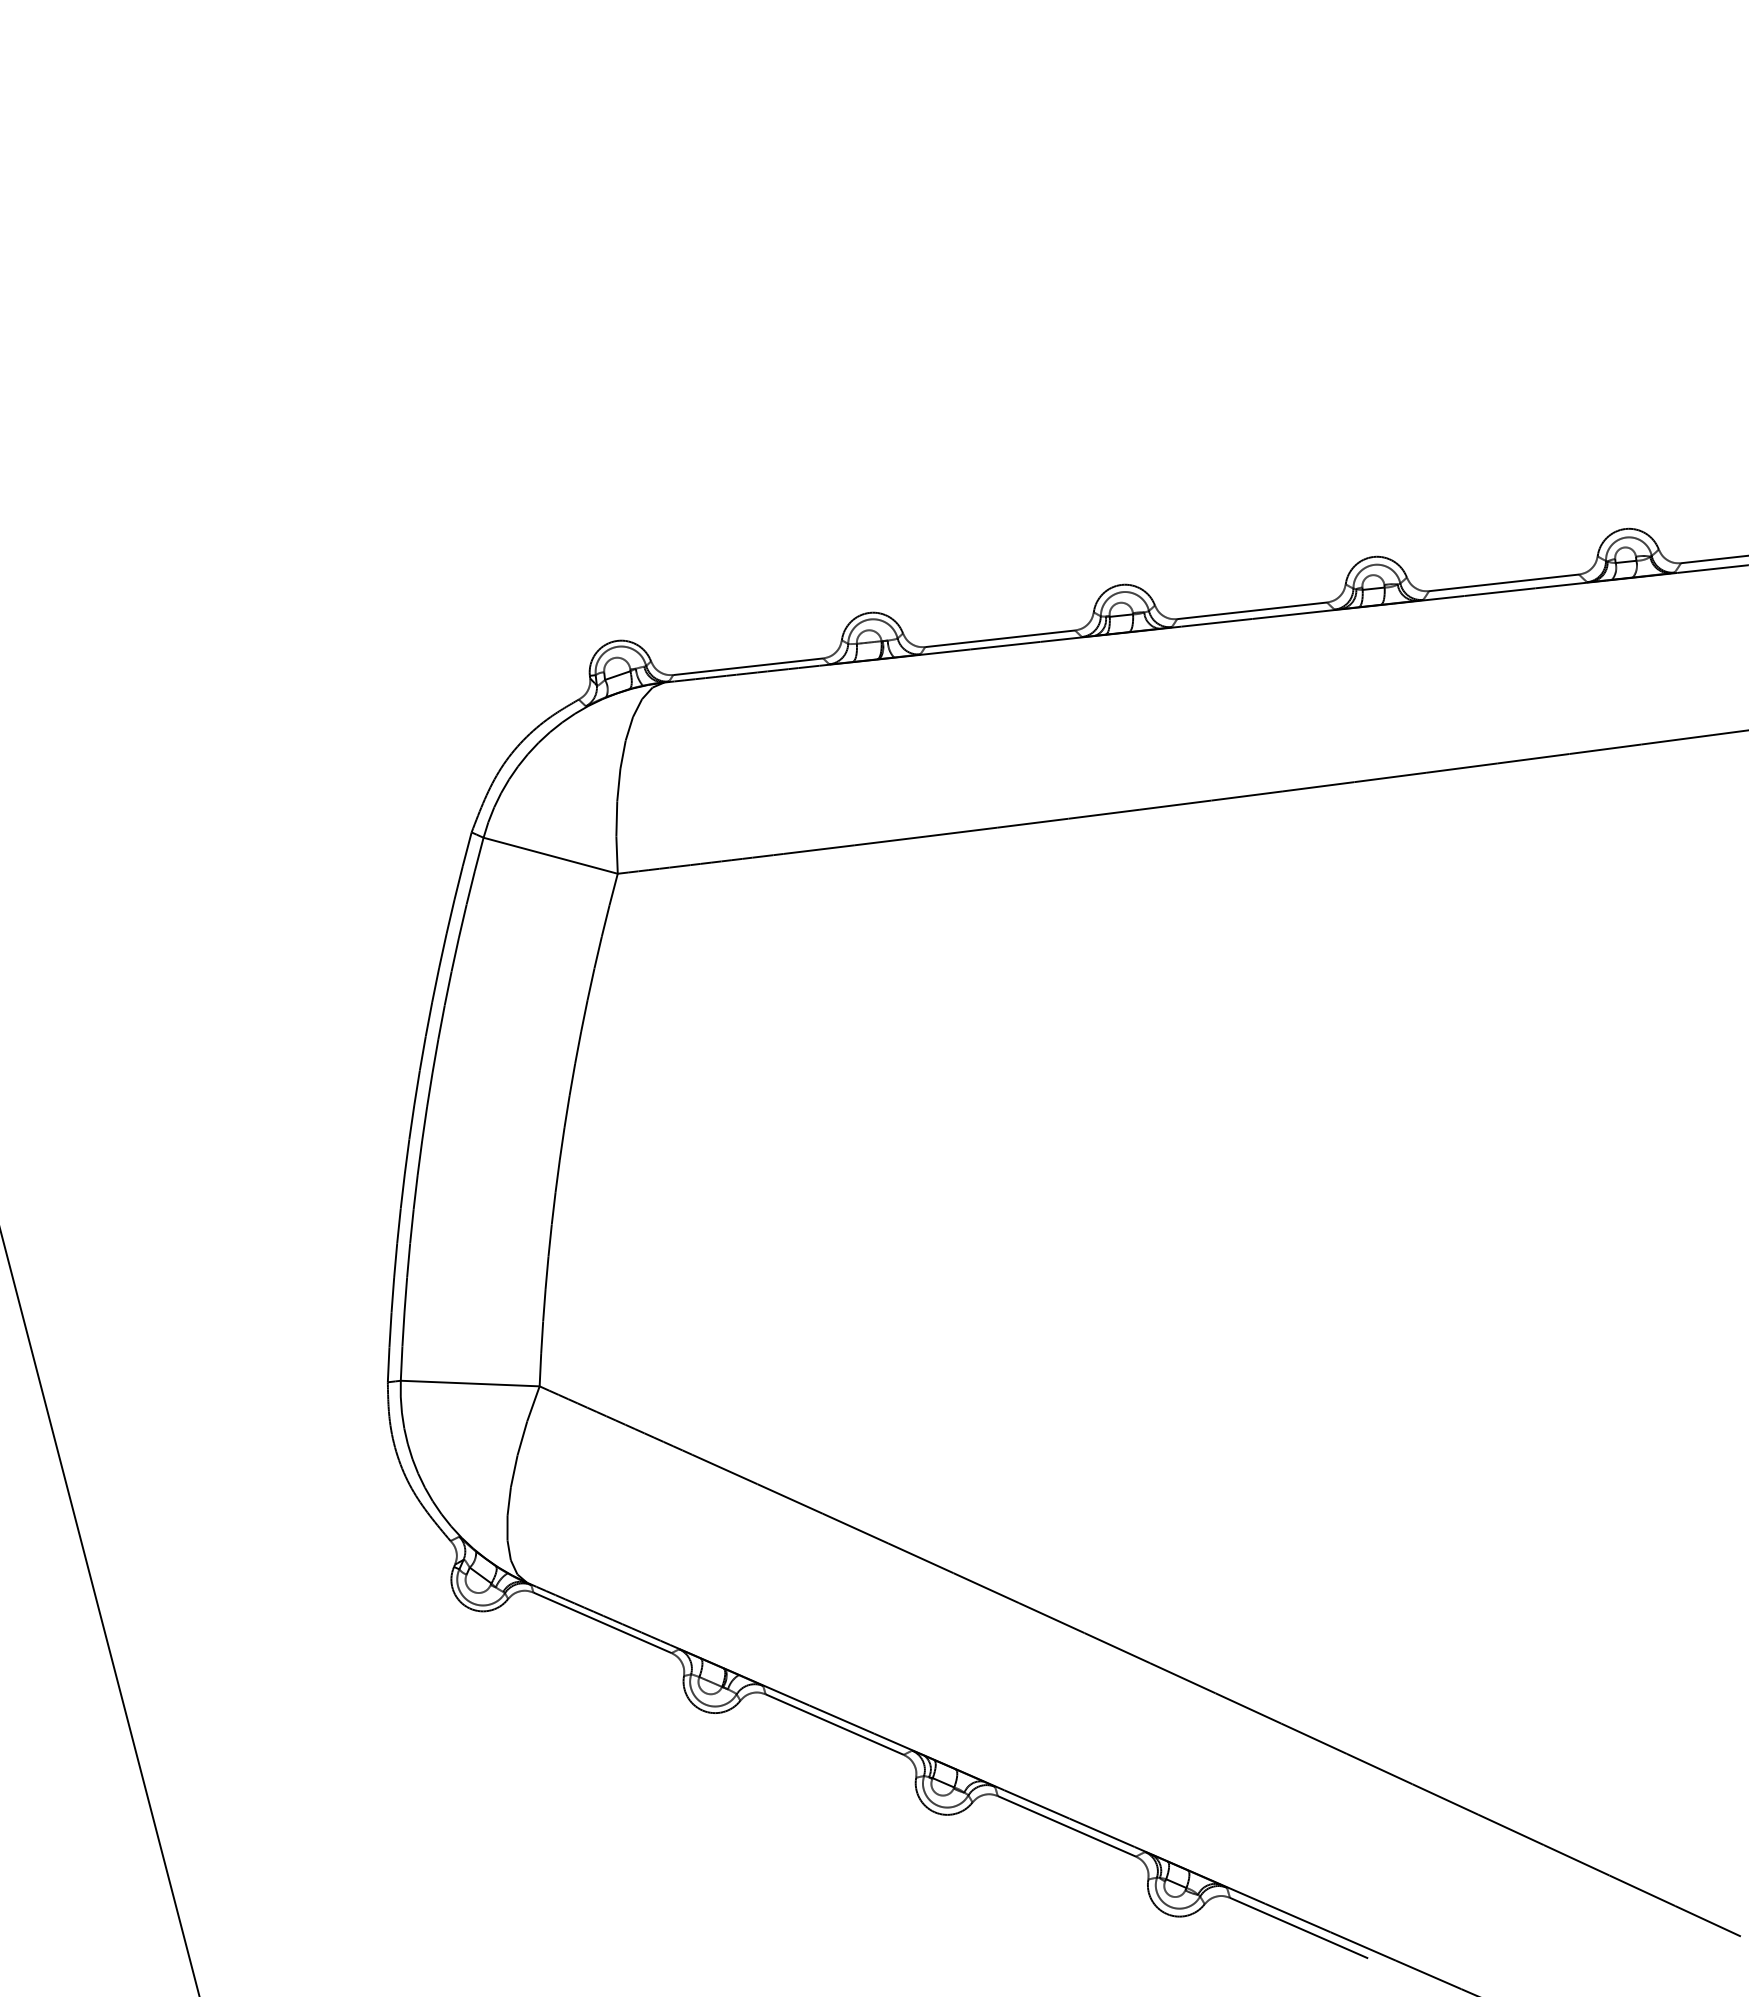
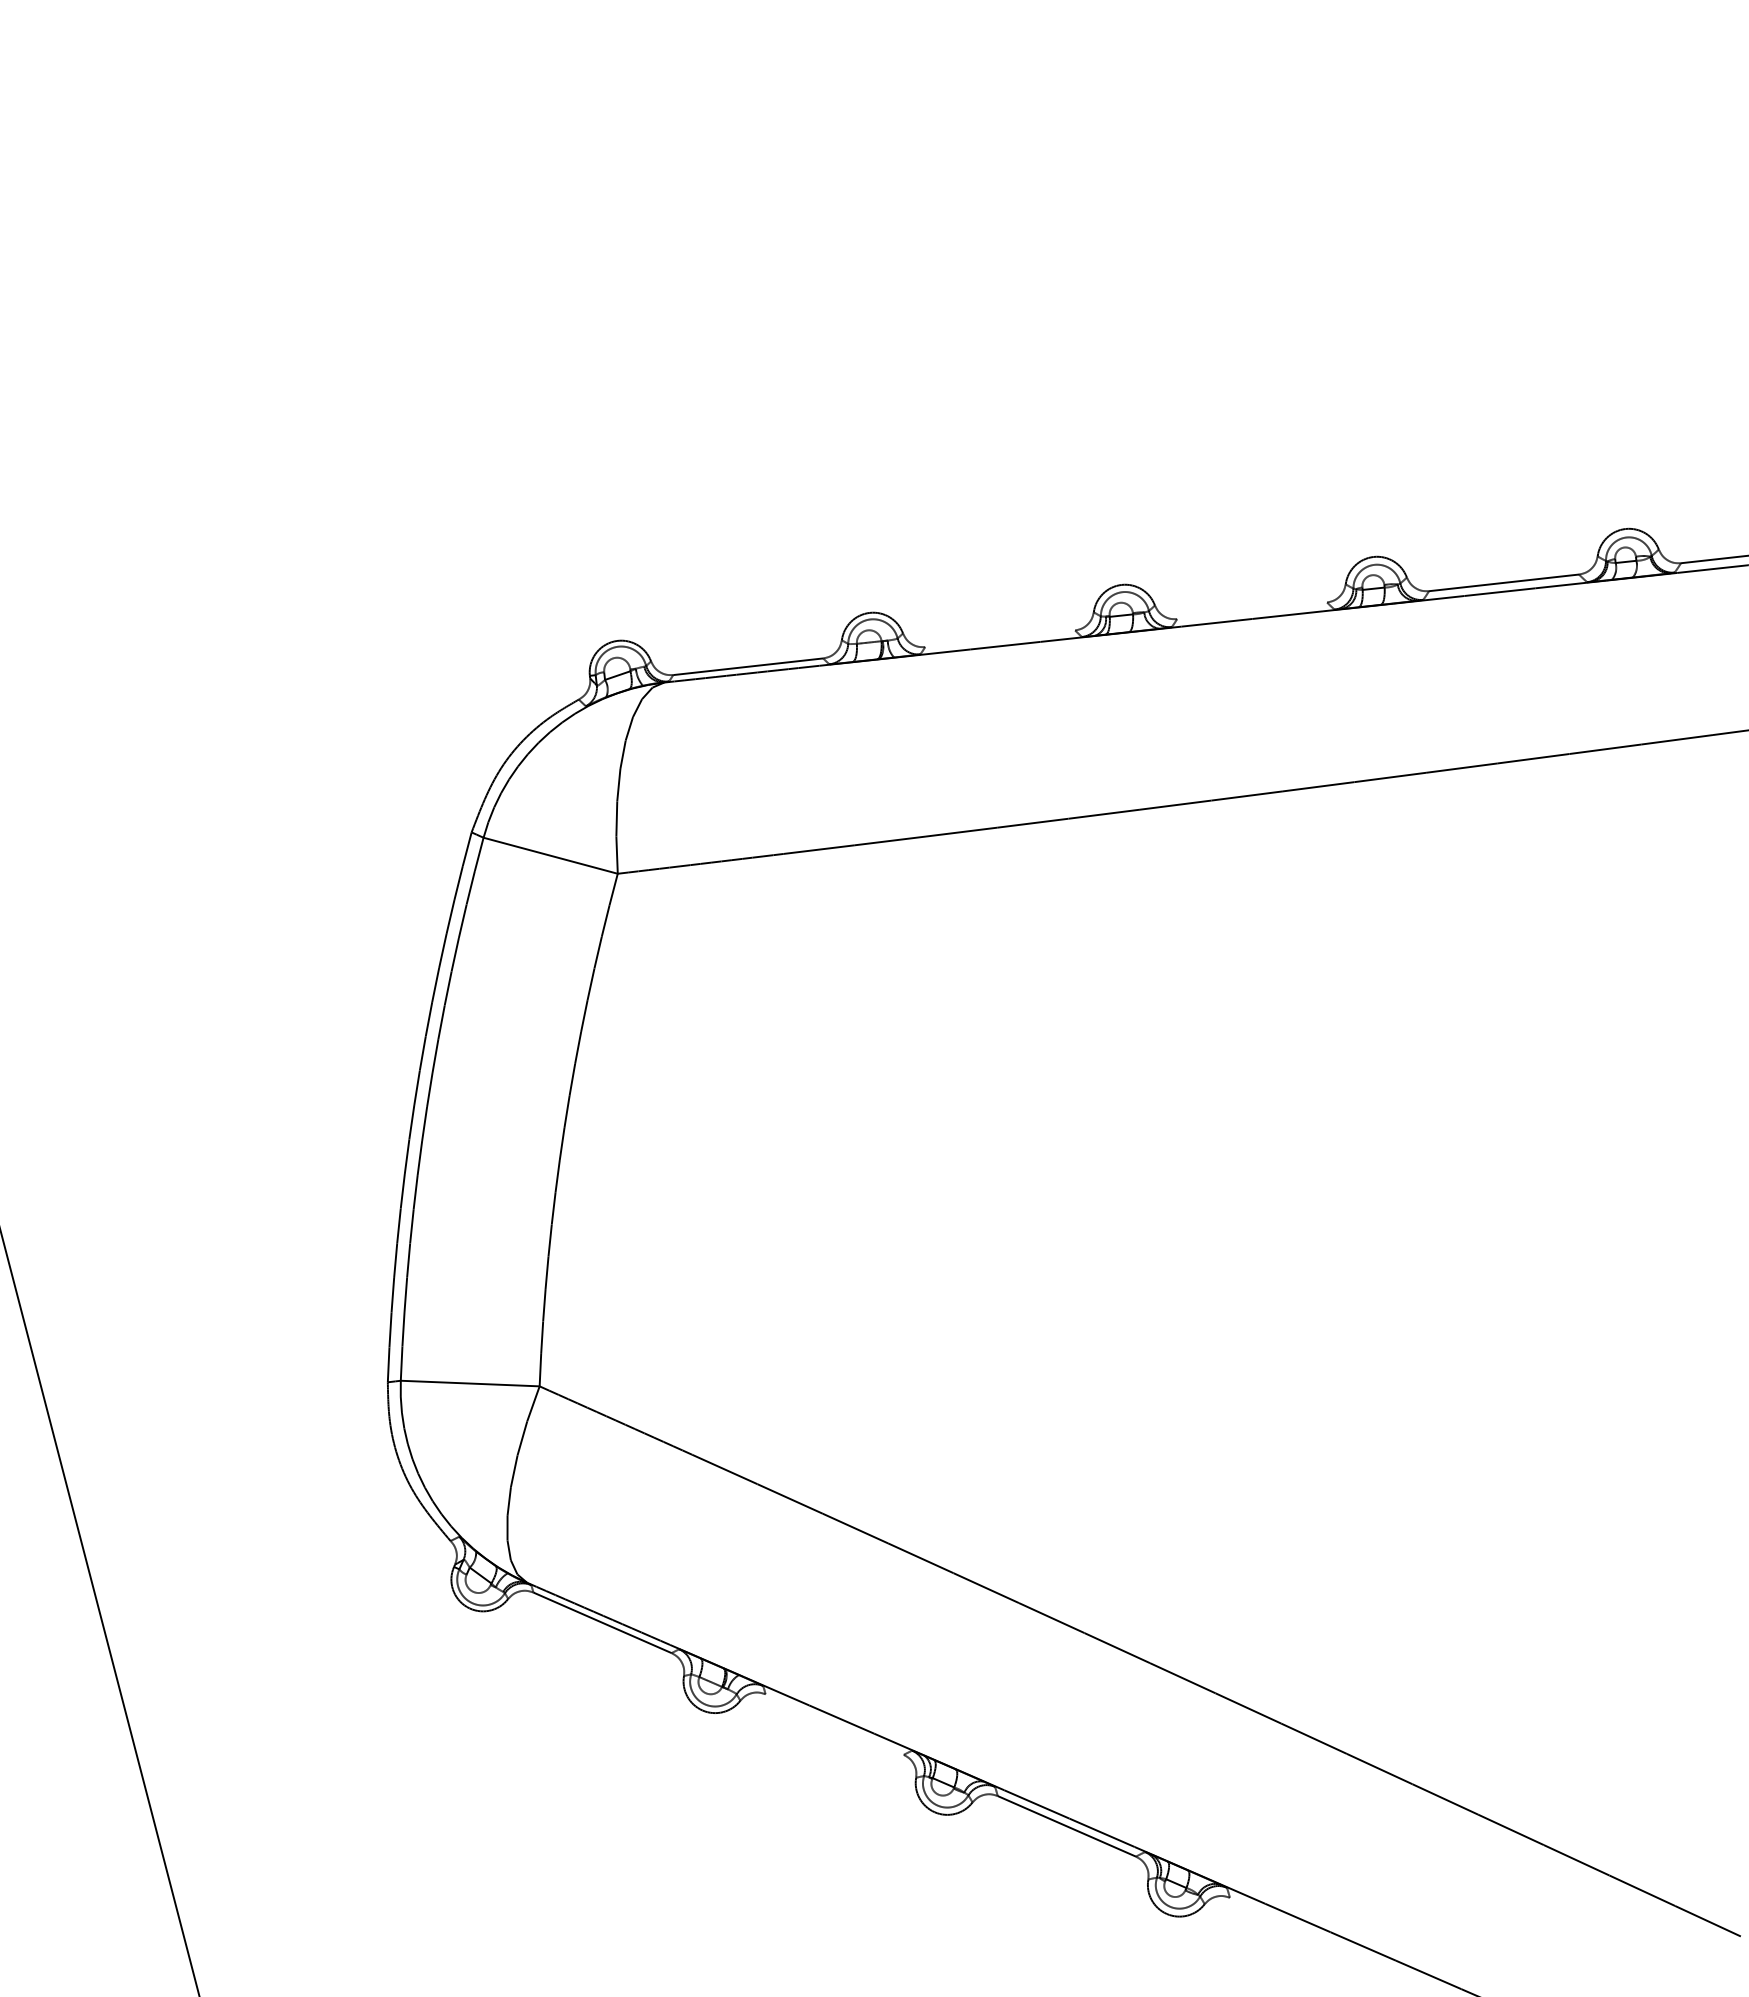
line at (1252, 610): present -> none
line at (1000, 638): present -> none
line at (834, 1724): present -> none
line at (1298, 1927): present -> none
